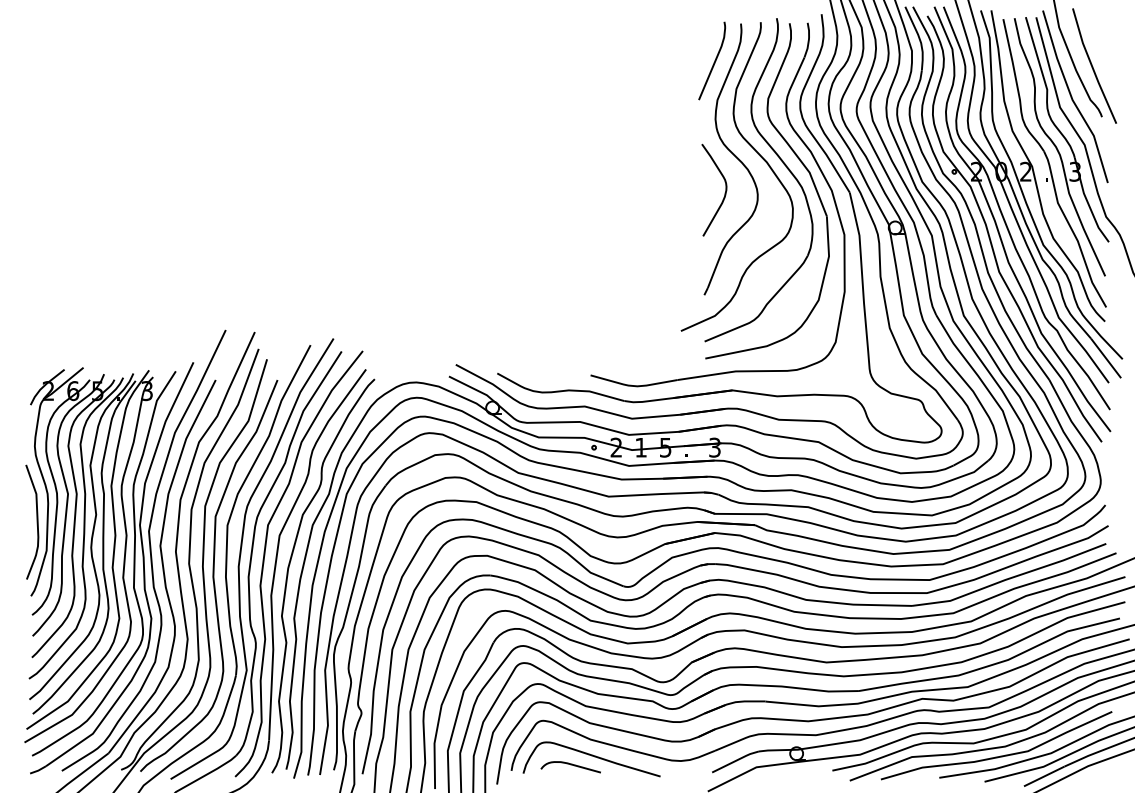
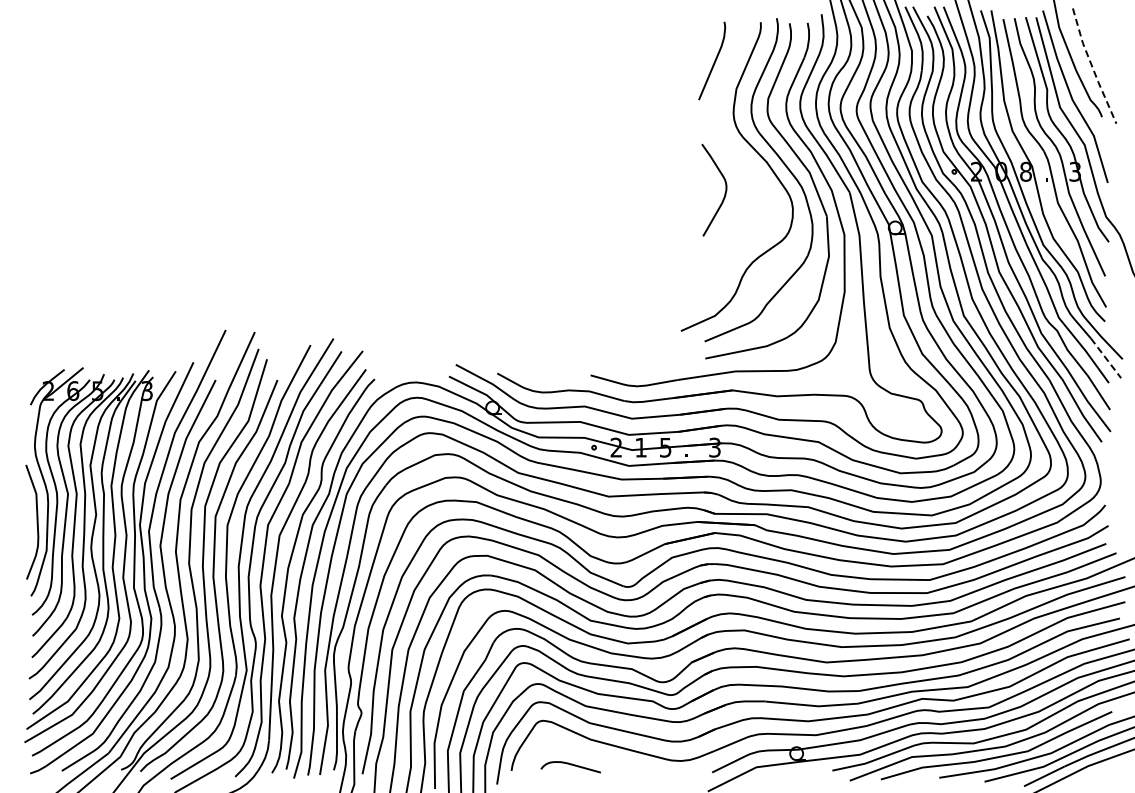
line at (1092, 67): solid -> dashed
part at (730, 159): present -> none
text at (1025, 171): 2 -> 8
line at (1106, 358): solid -> dashed
curve at (591, 756): present -> none
